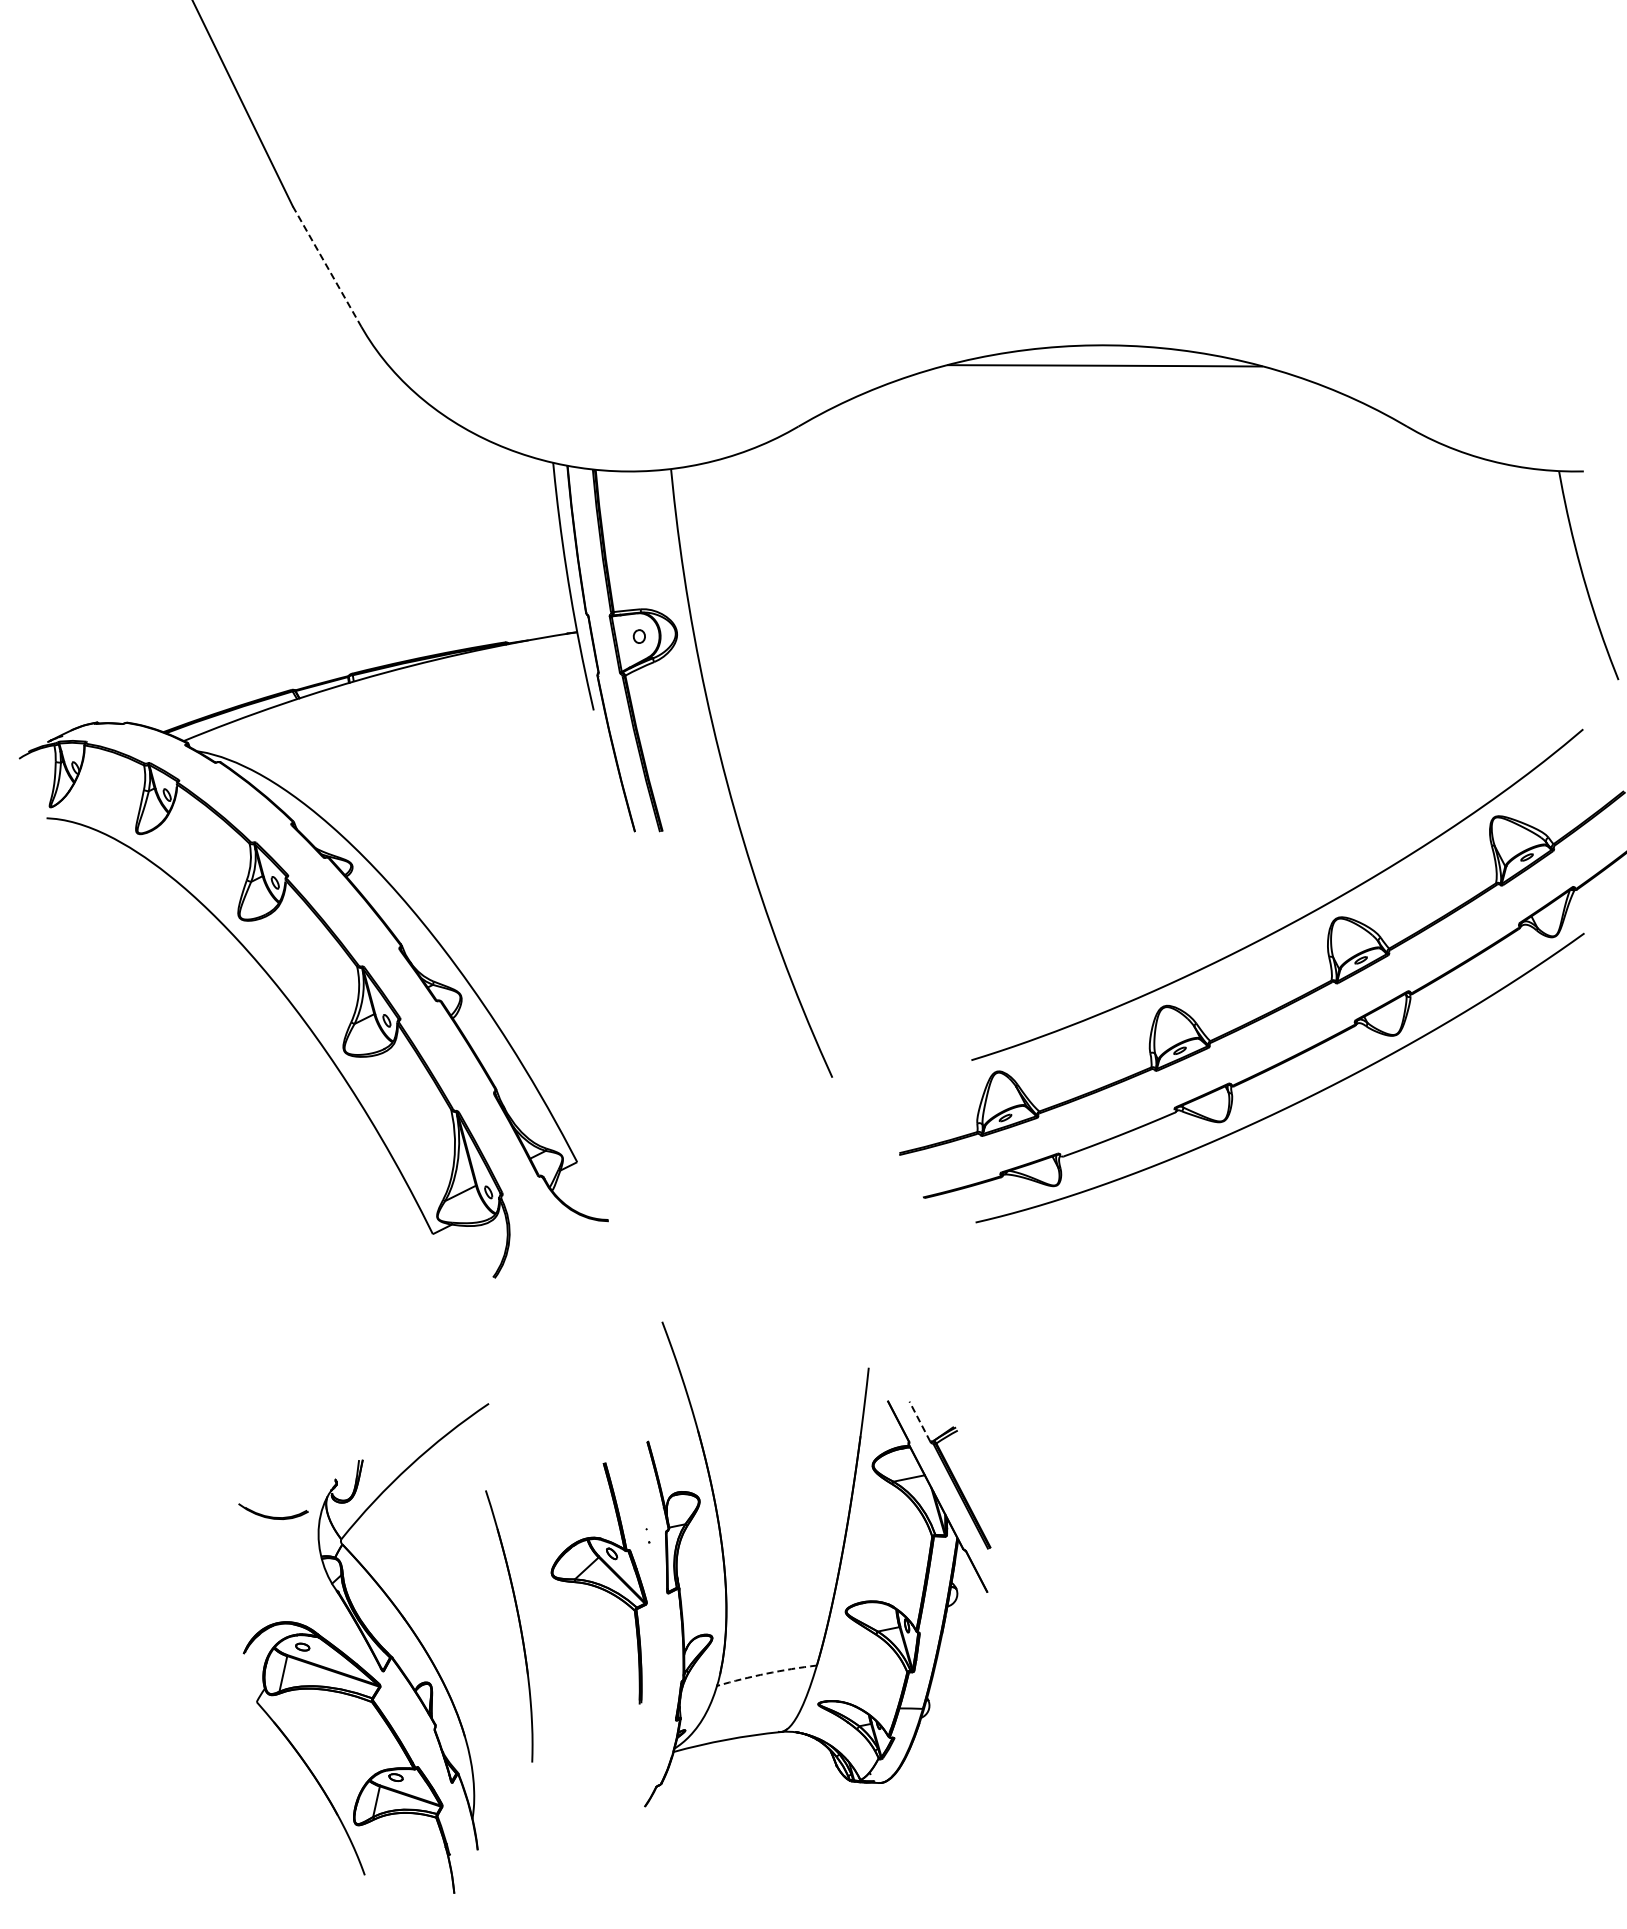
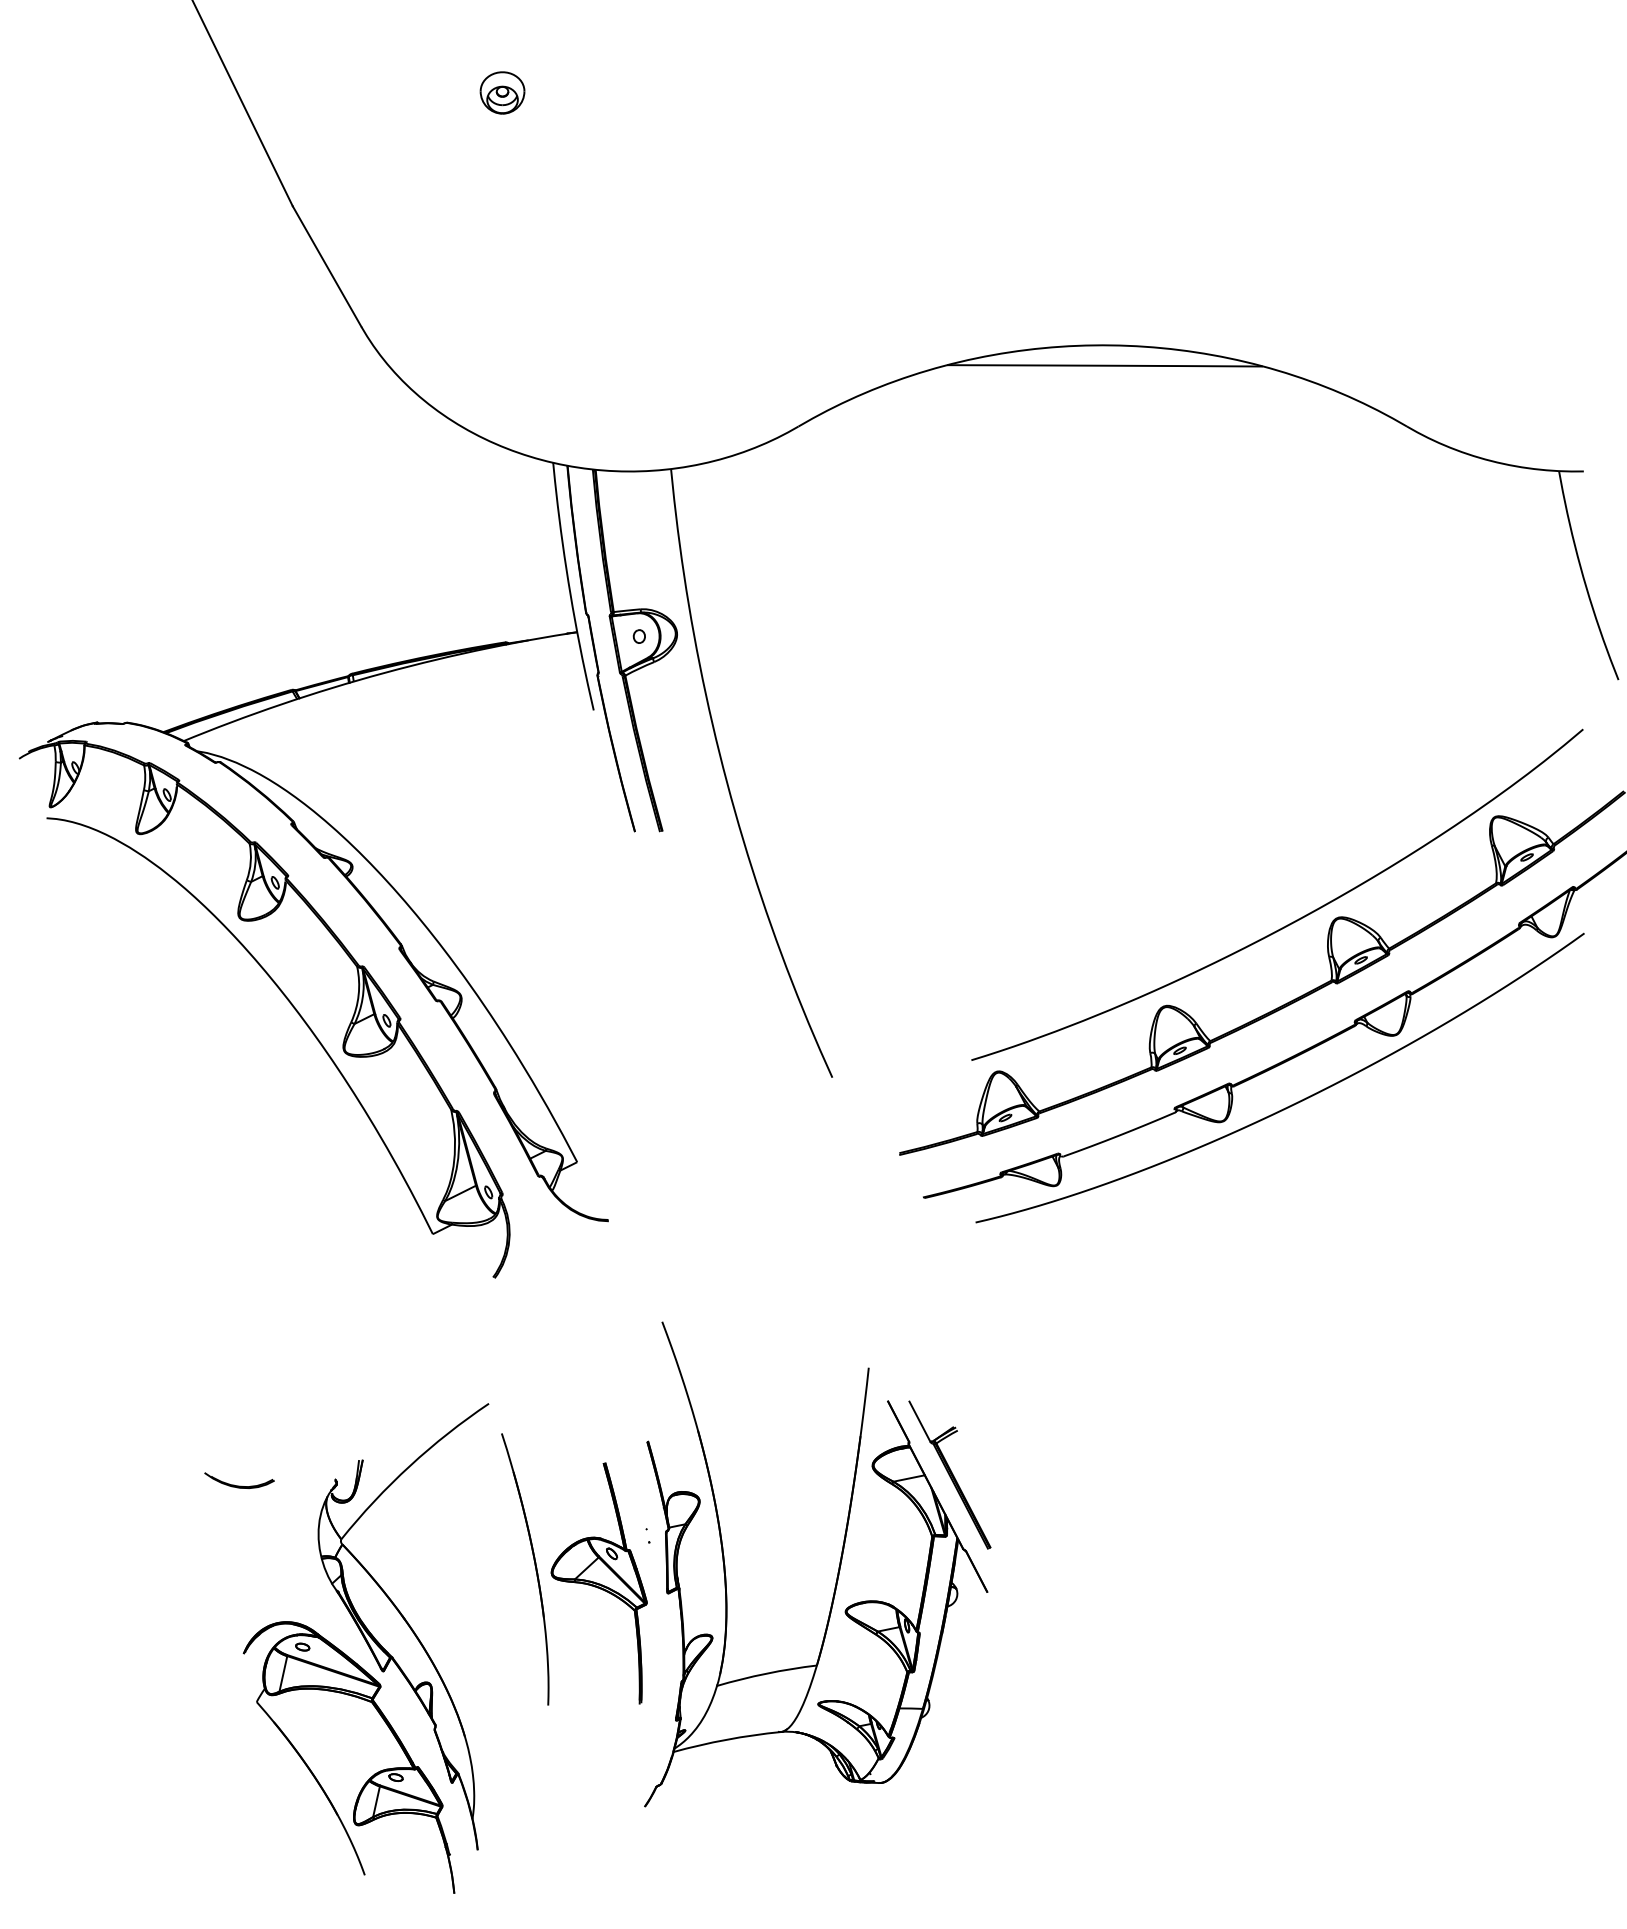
part at (502, 92): none -> present
line at (327, 267): dashed -> solid
line at (919, 1421): dashed -> solid
part at (273, 1511) position: (273, 1511) -> (239, 1480)
part at (518, 1622) position: (518, 1622) -> (534, 1565)
arc at (766, 1673): dashed -> solid
